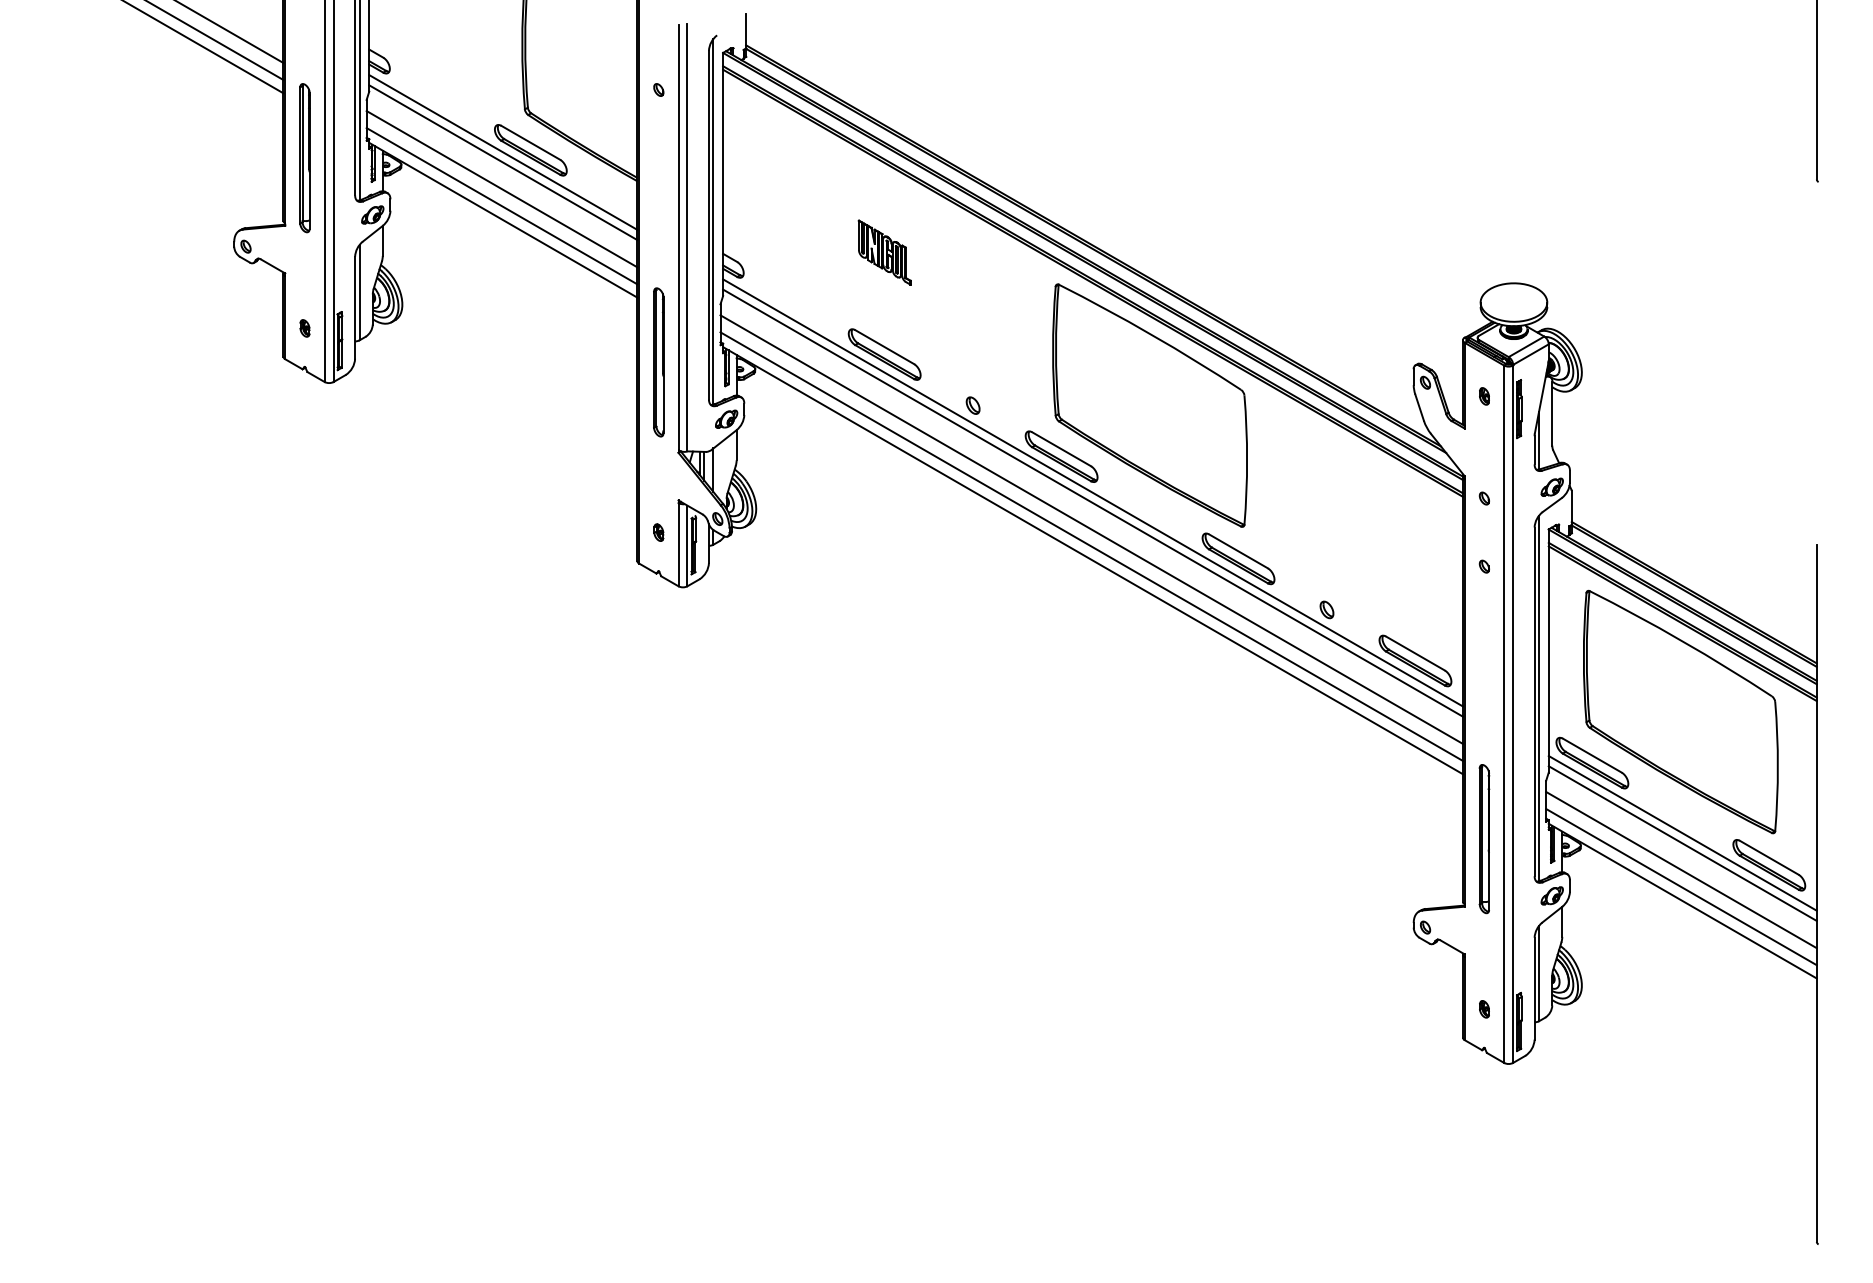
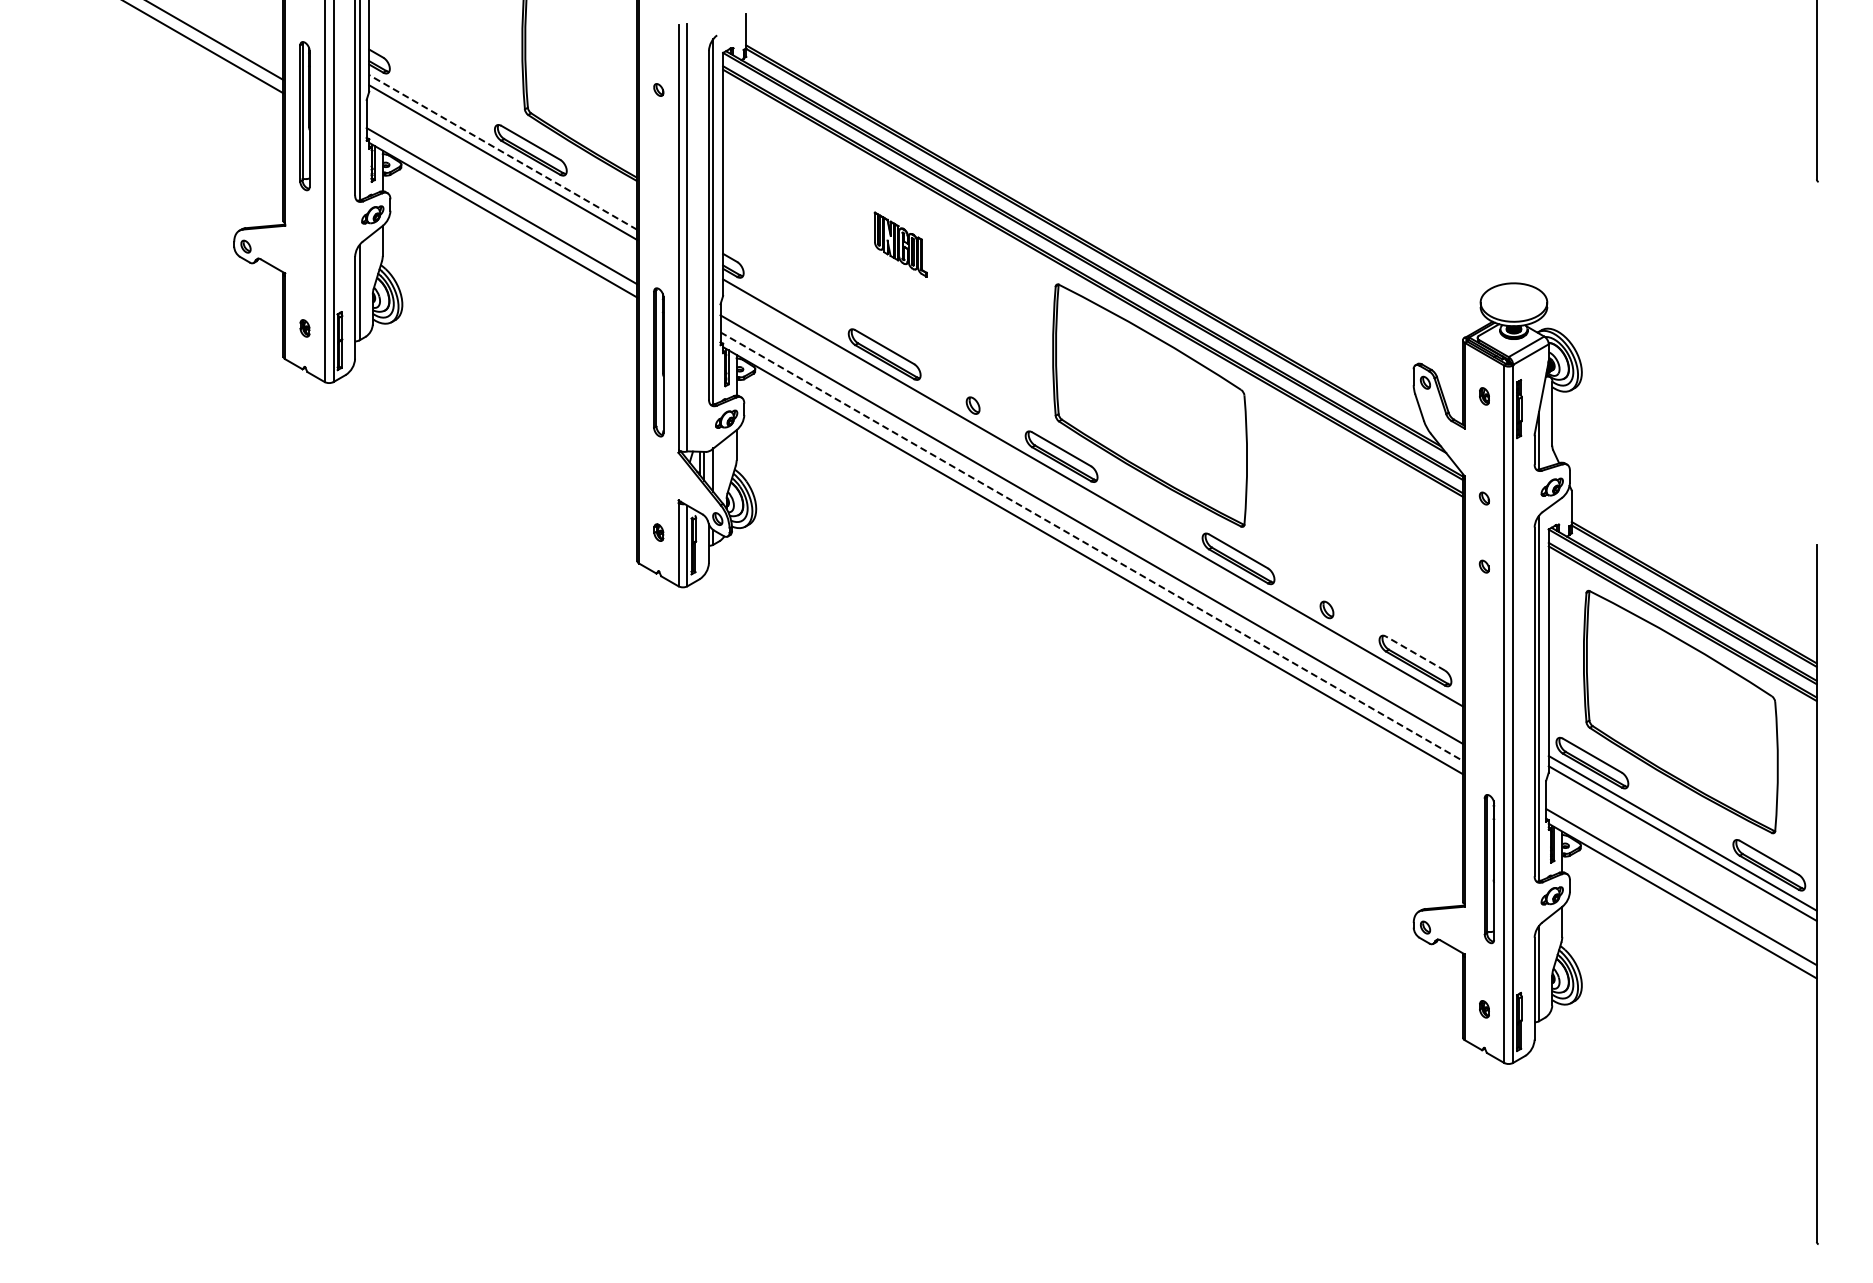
line at (230, 32): present -> none
line at (503, 152): solid -> dashed
part at (304, 158) position: (304, 158) -> (304, 116)
line at (501, 189): present -> none
part at (884, 252) position: (884, 252) -> (900, 244)
line at (1092, 502): present -> none
line at (1091, 546): solid -> dashed
line at (1415, 653): solid -> dashed
part at (1484, 839) position: (1484, 839) -> (1489, 869)
line at (1681, 869): present -> none
